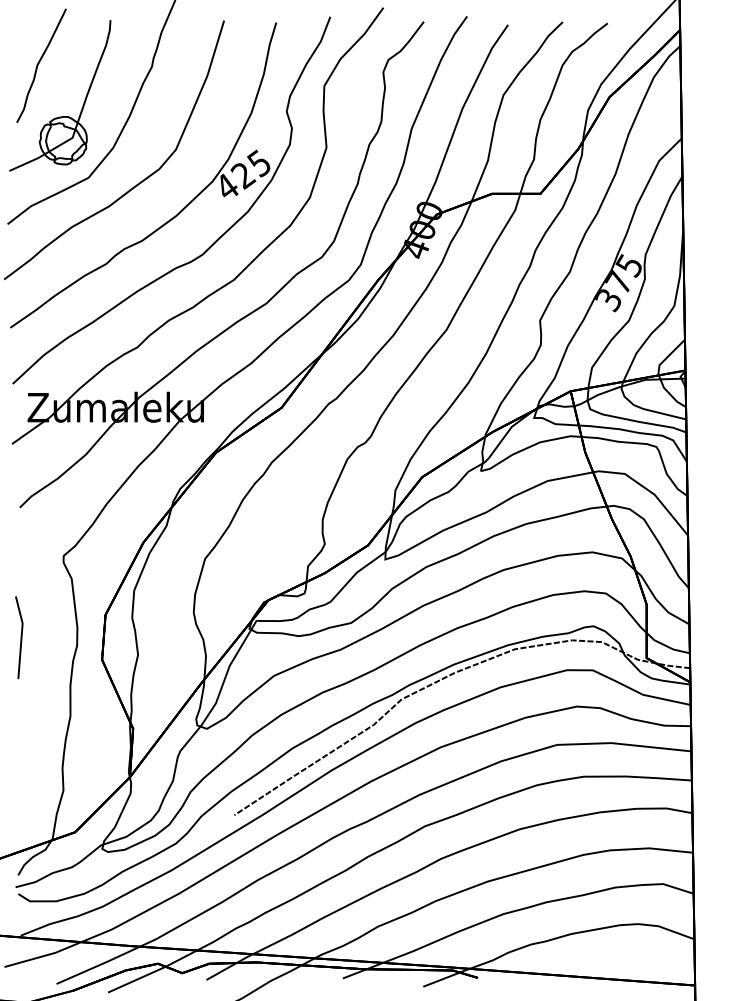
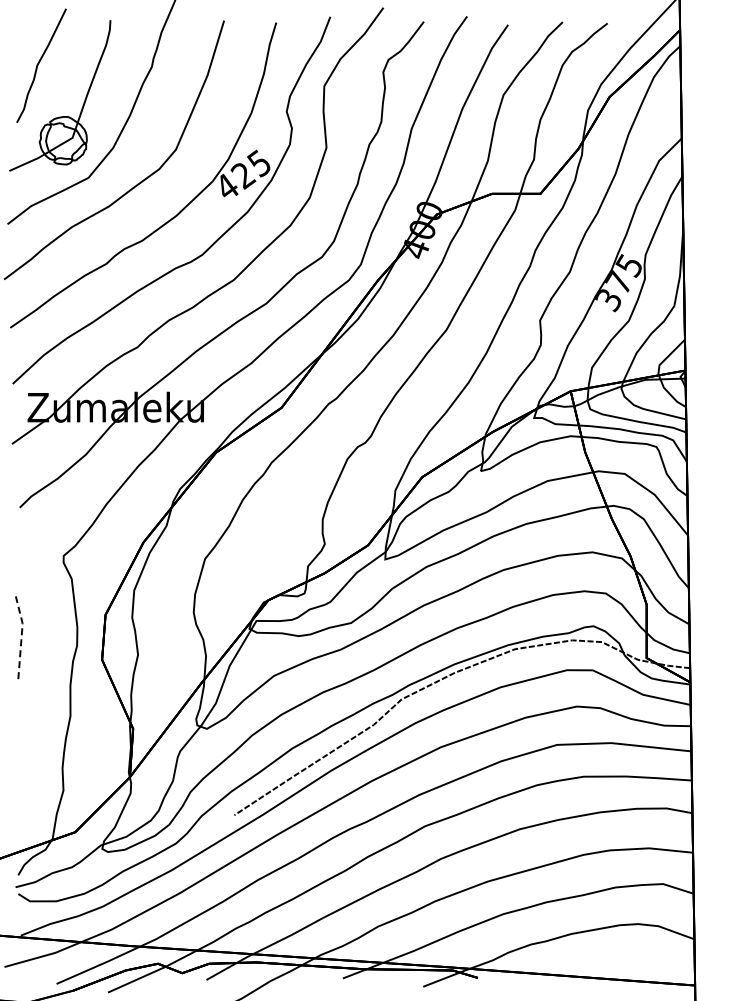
line at (21, 636): solid -> dashed
